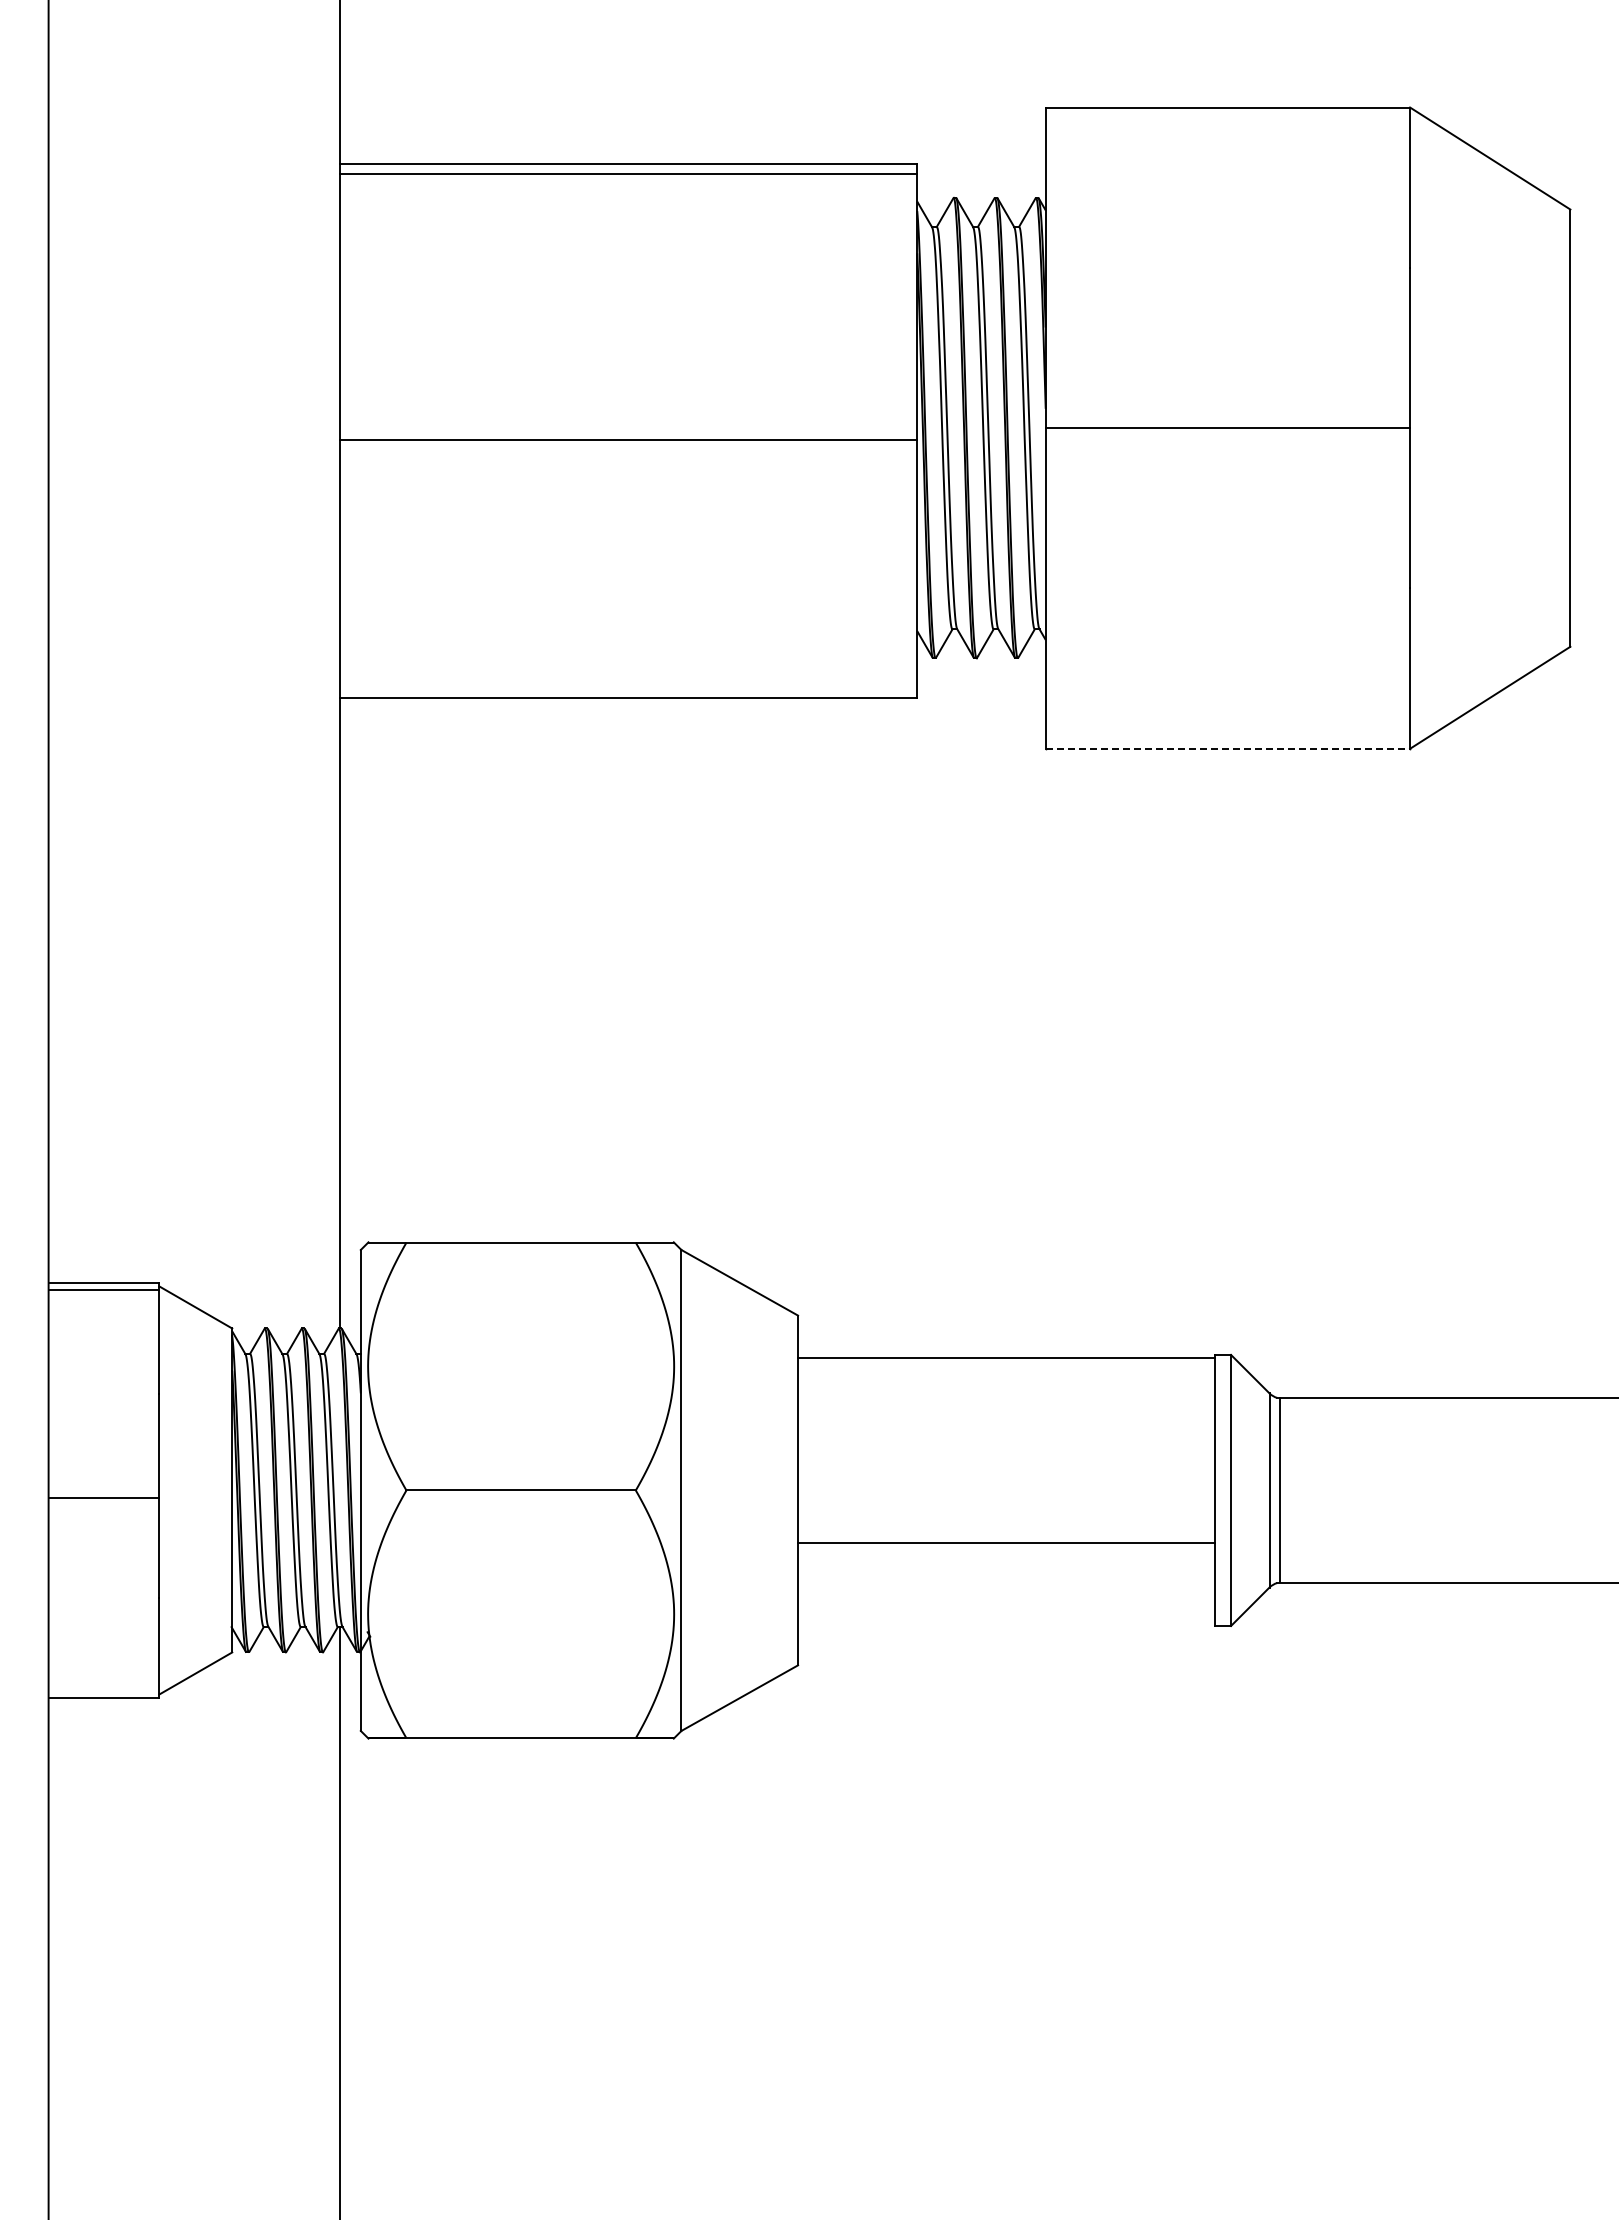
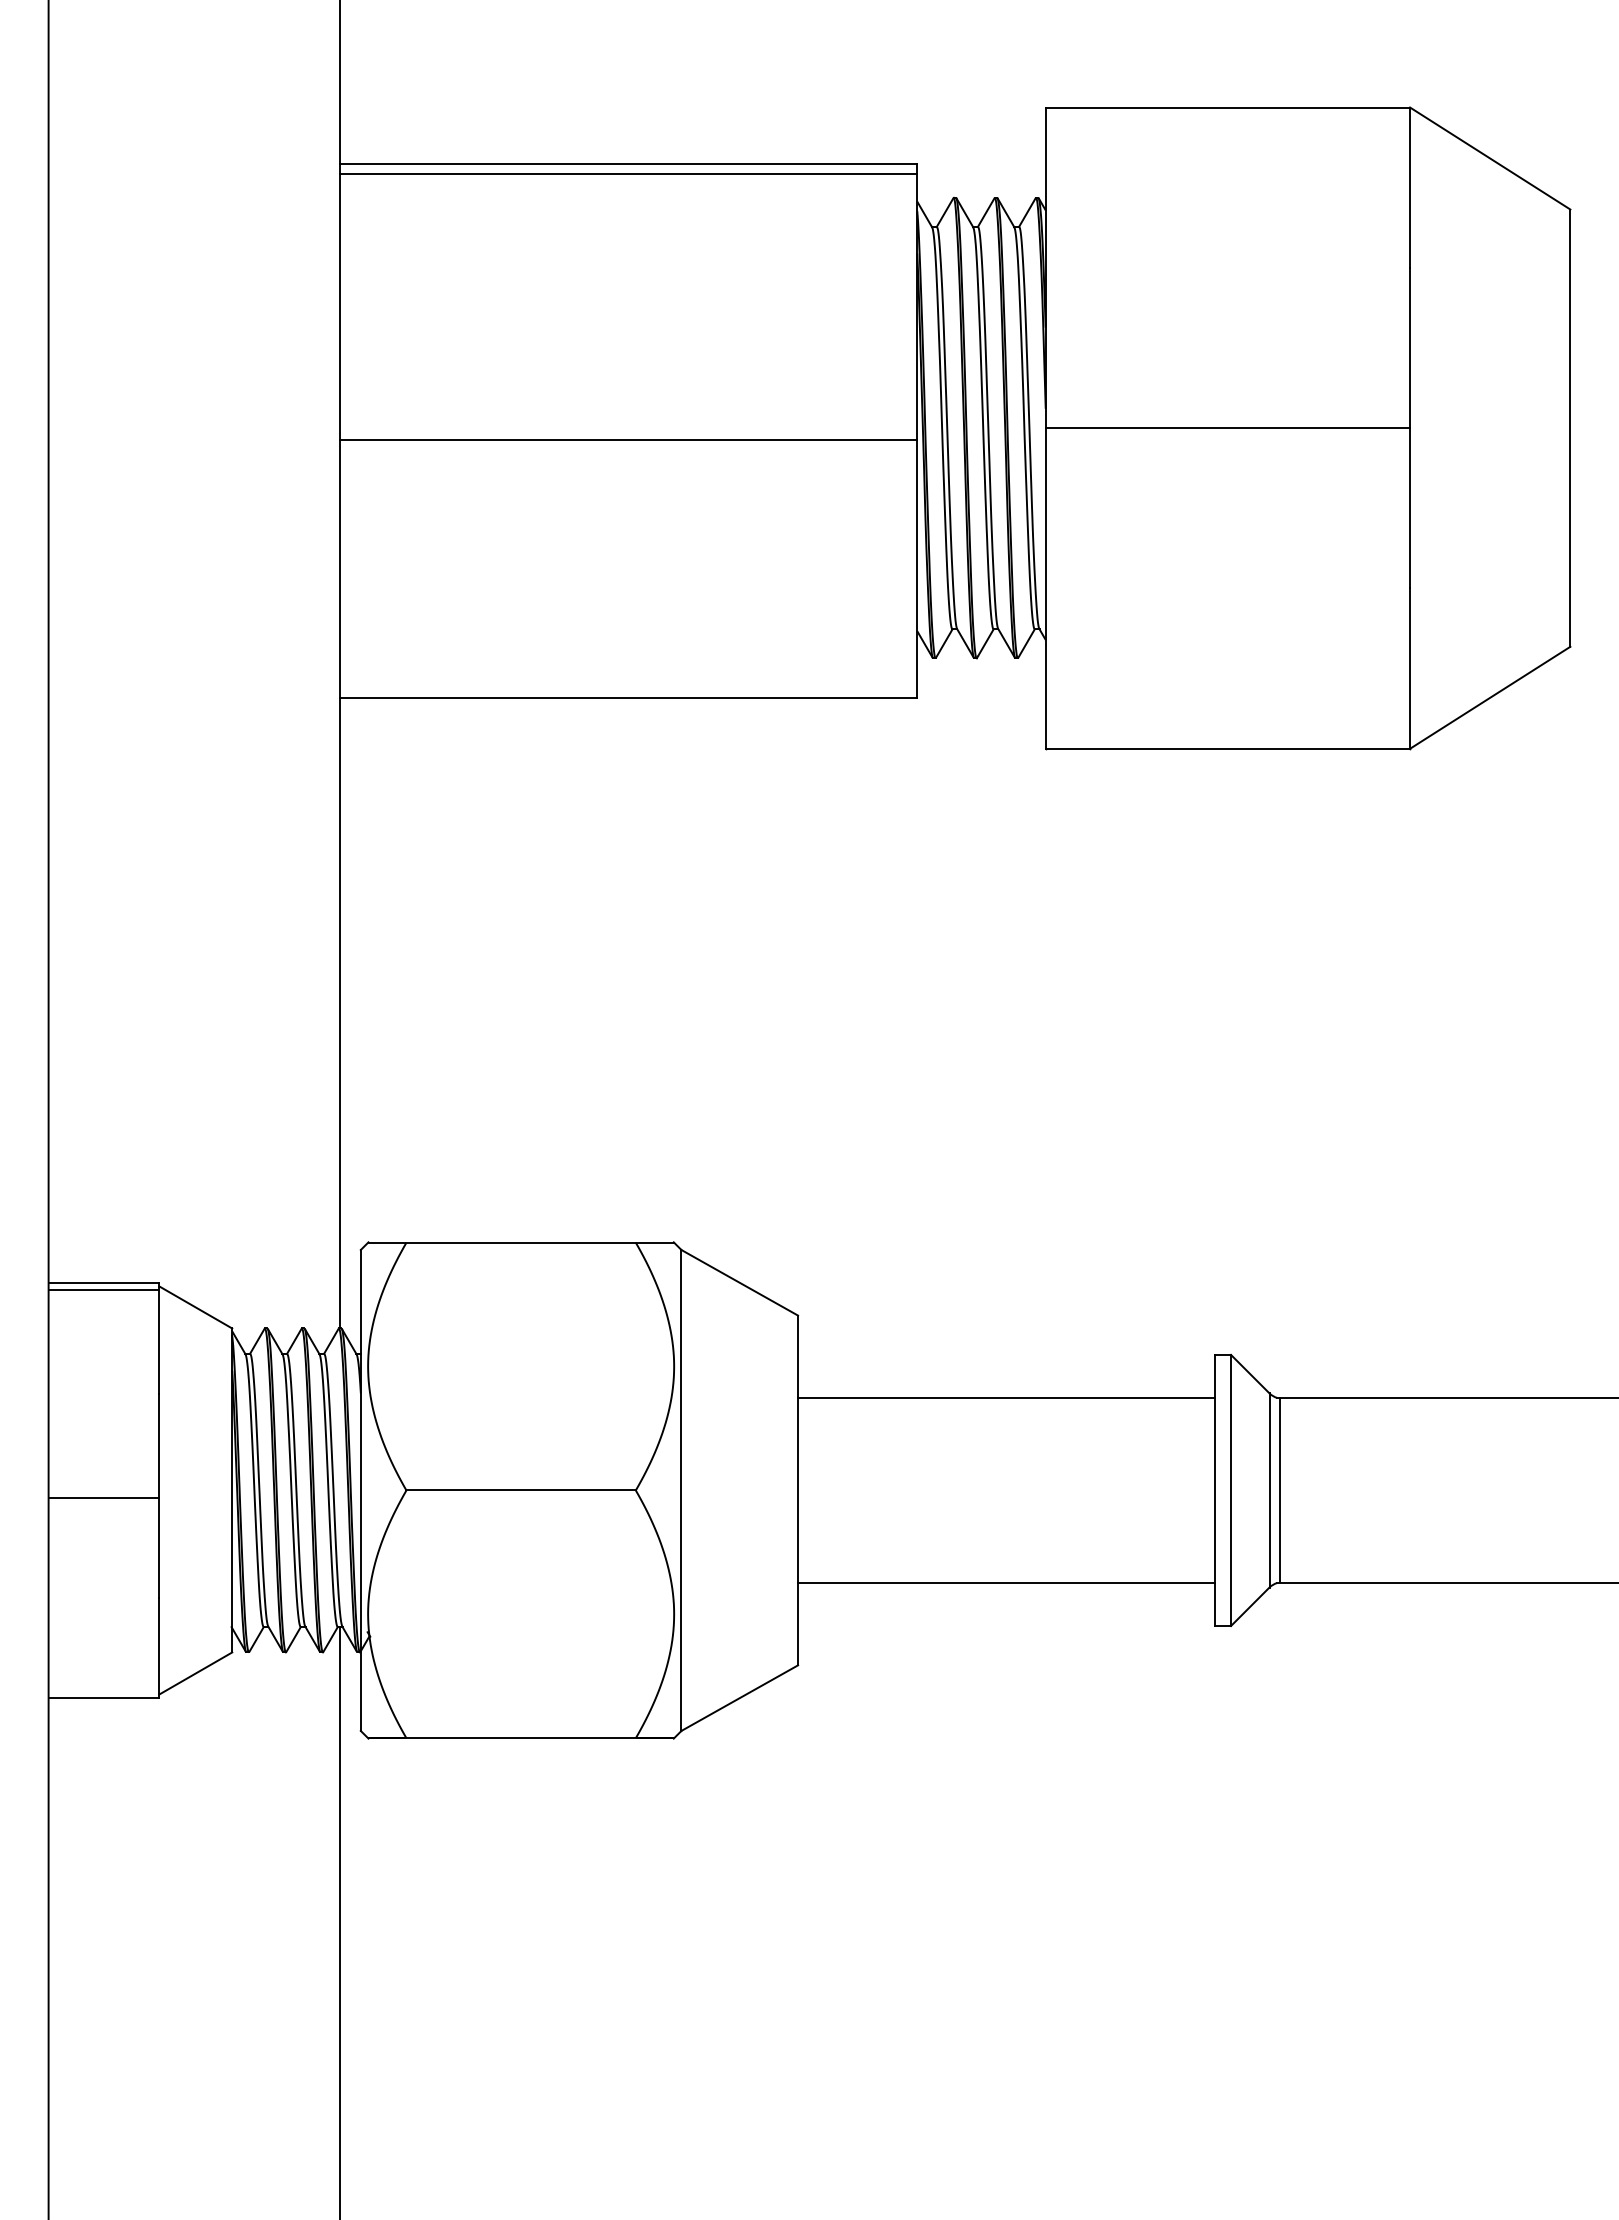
line at (1228, 748): dashed -> solid
line at (1006, 1357) position: (1006, 1357) -> (1006, 1397)
line at (1006, 1543) position: (1006, 1543) -> (1006, 1583)
